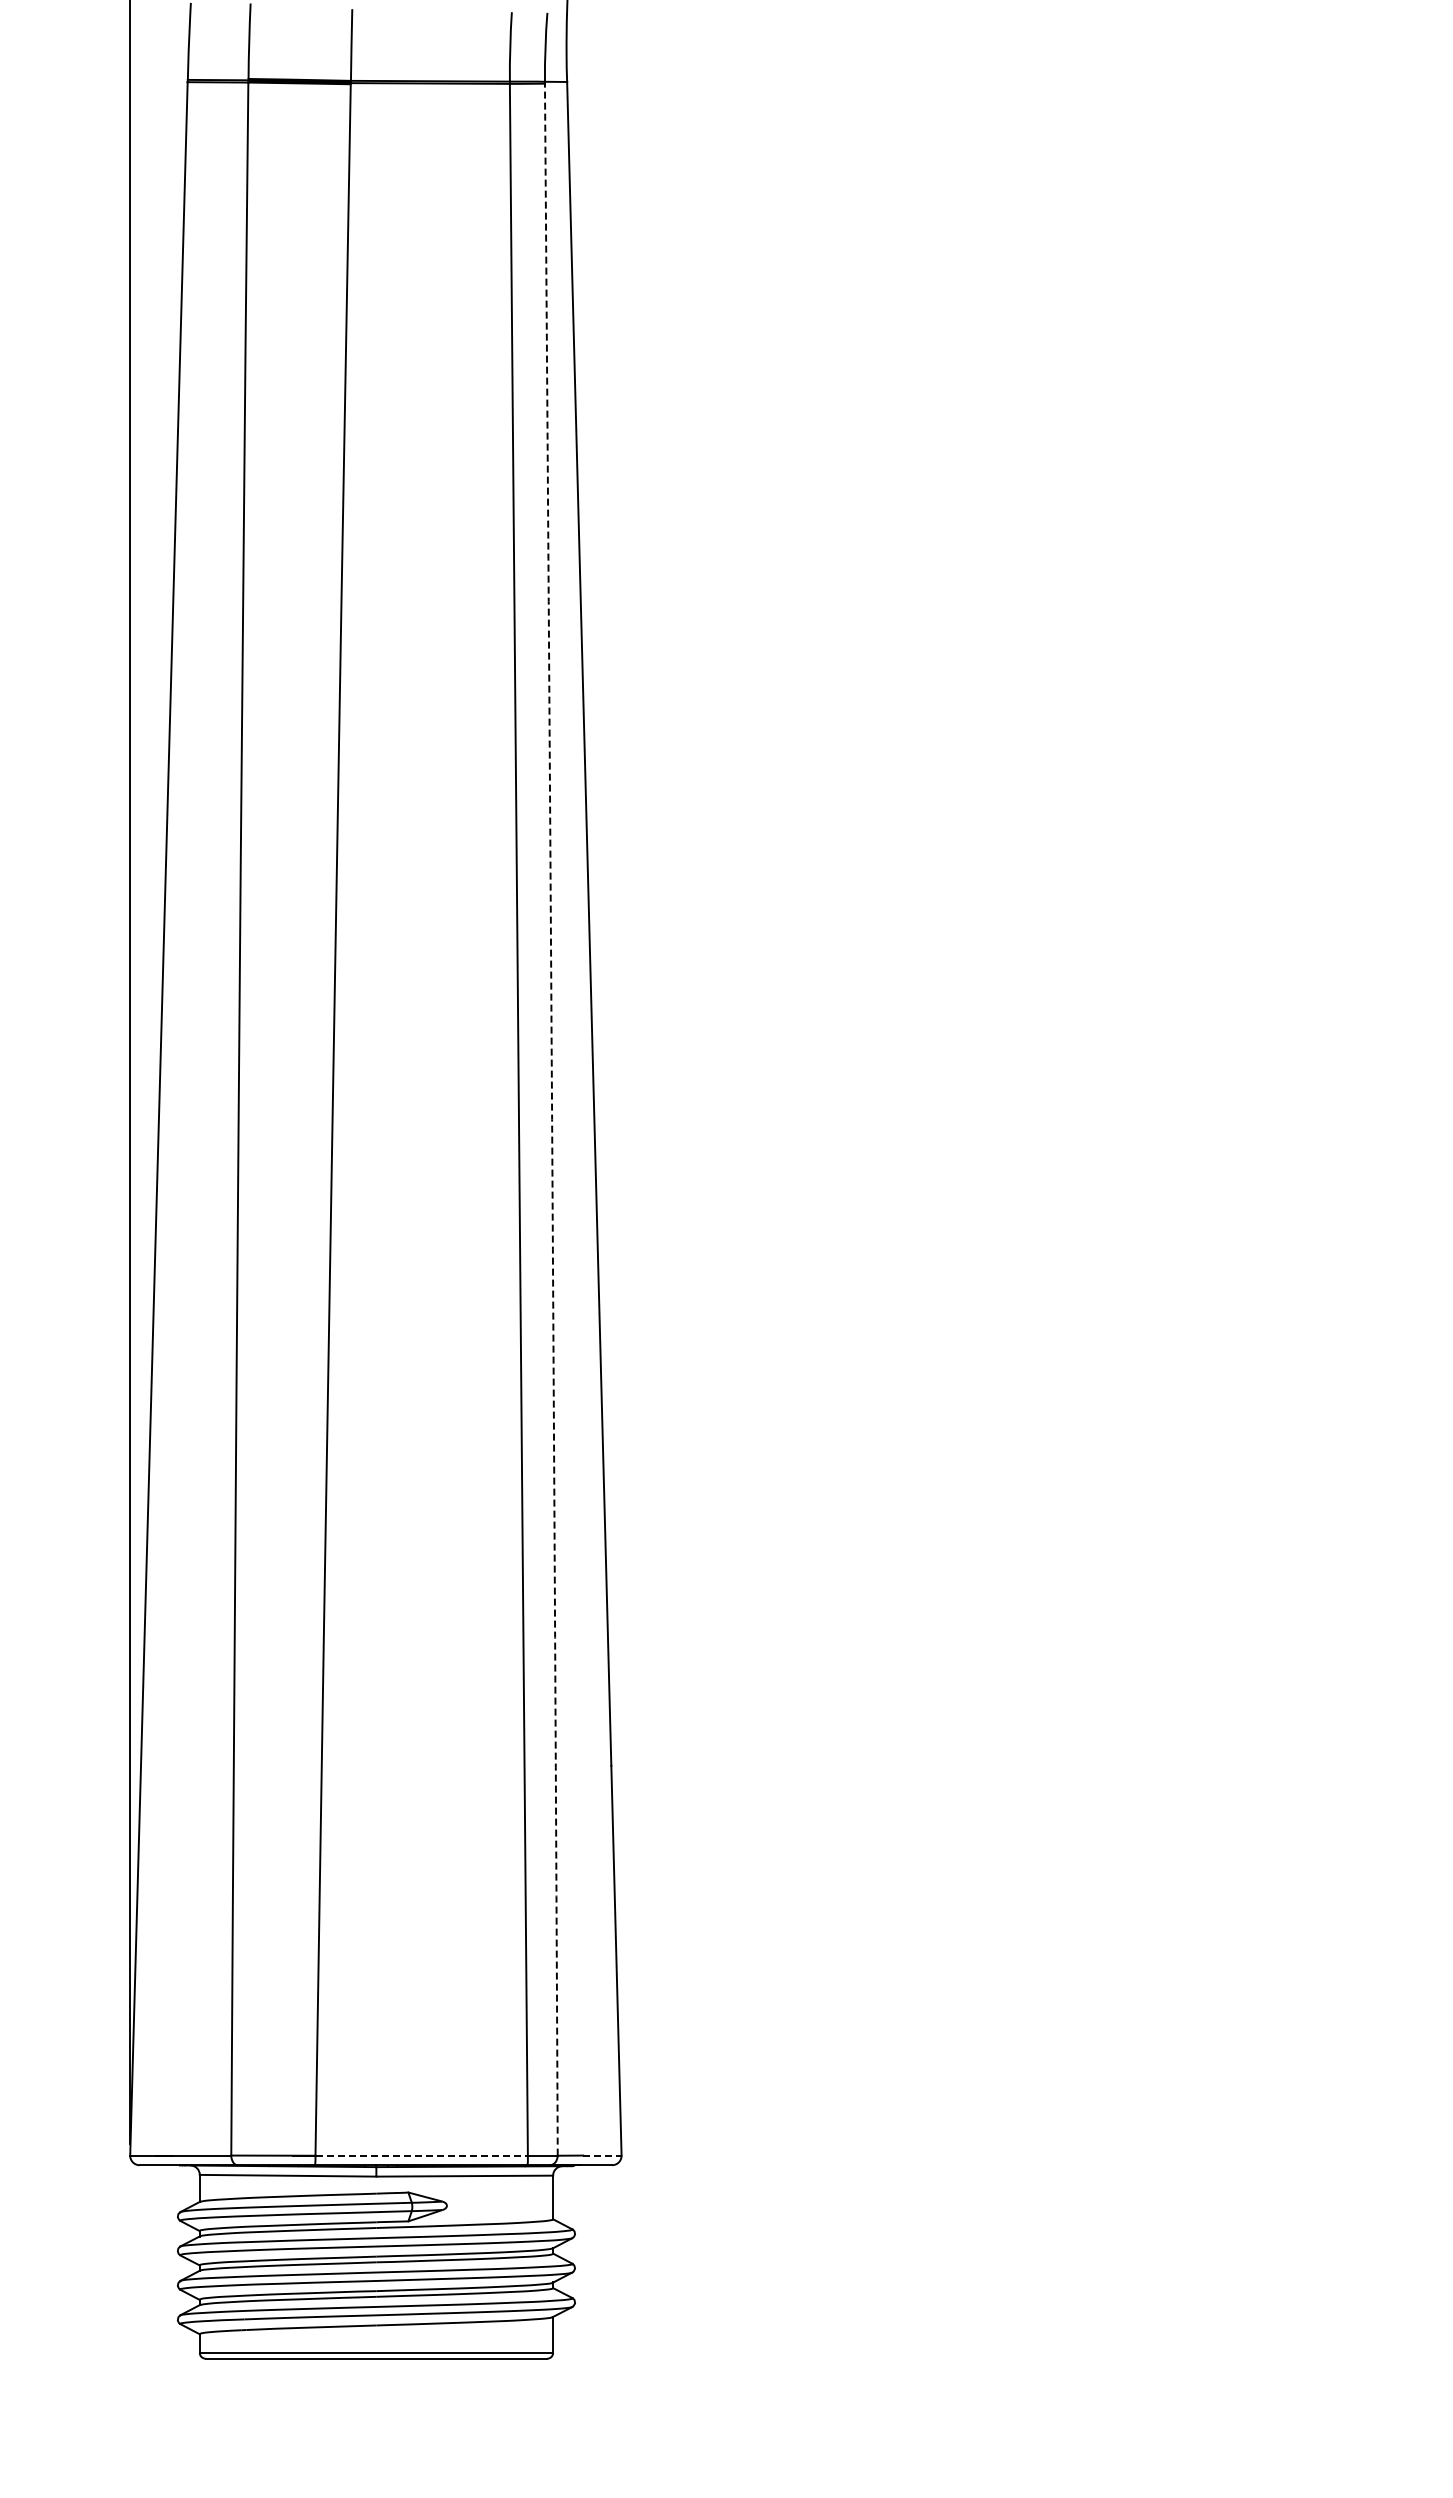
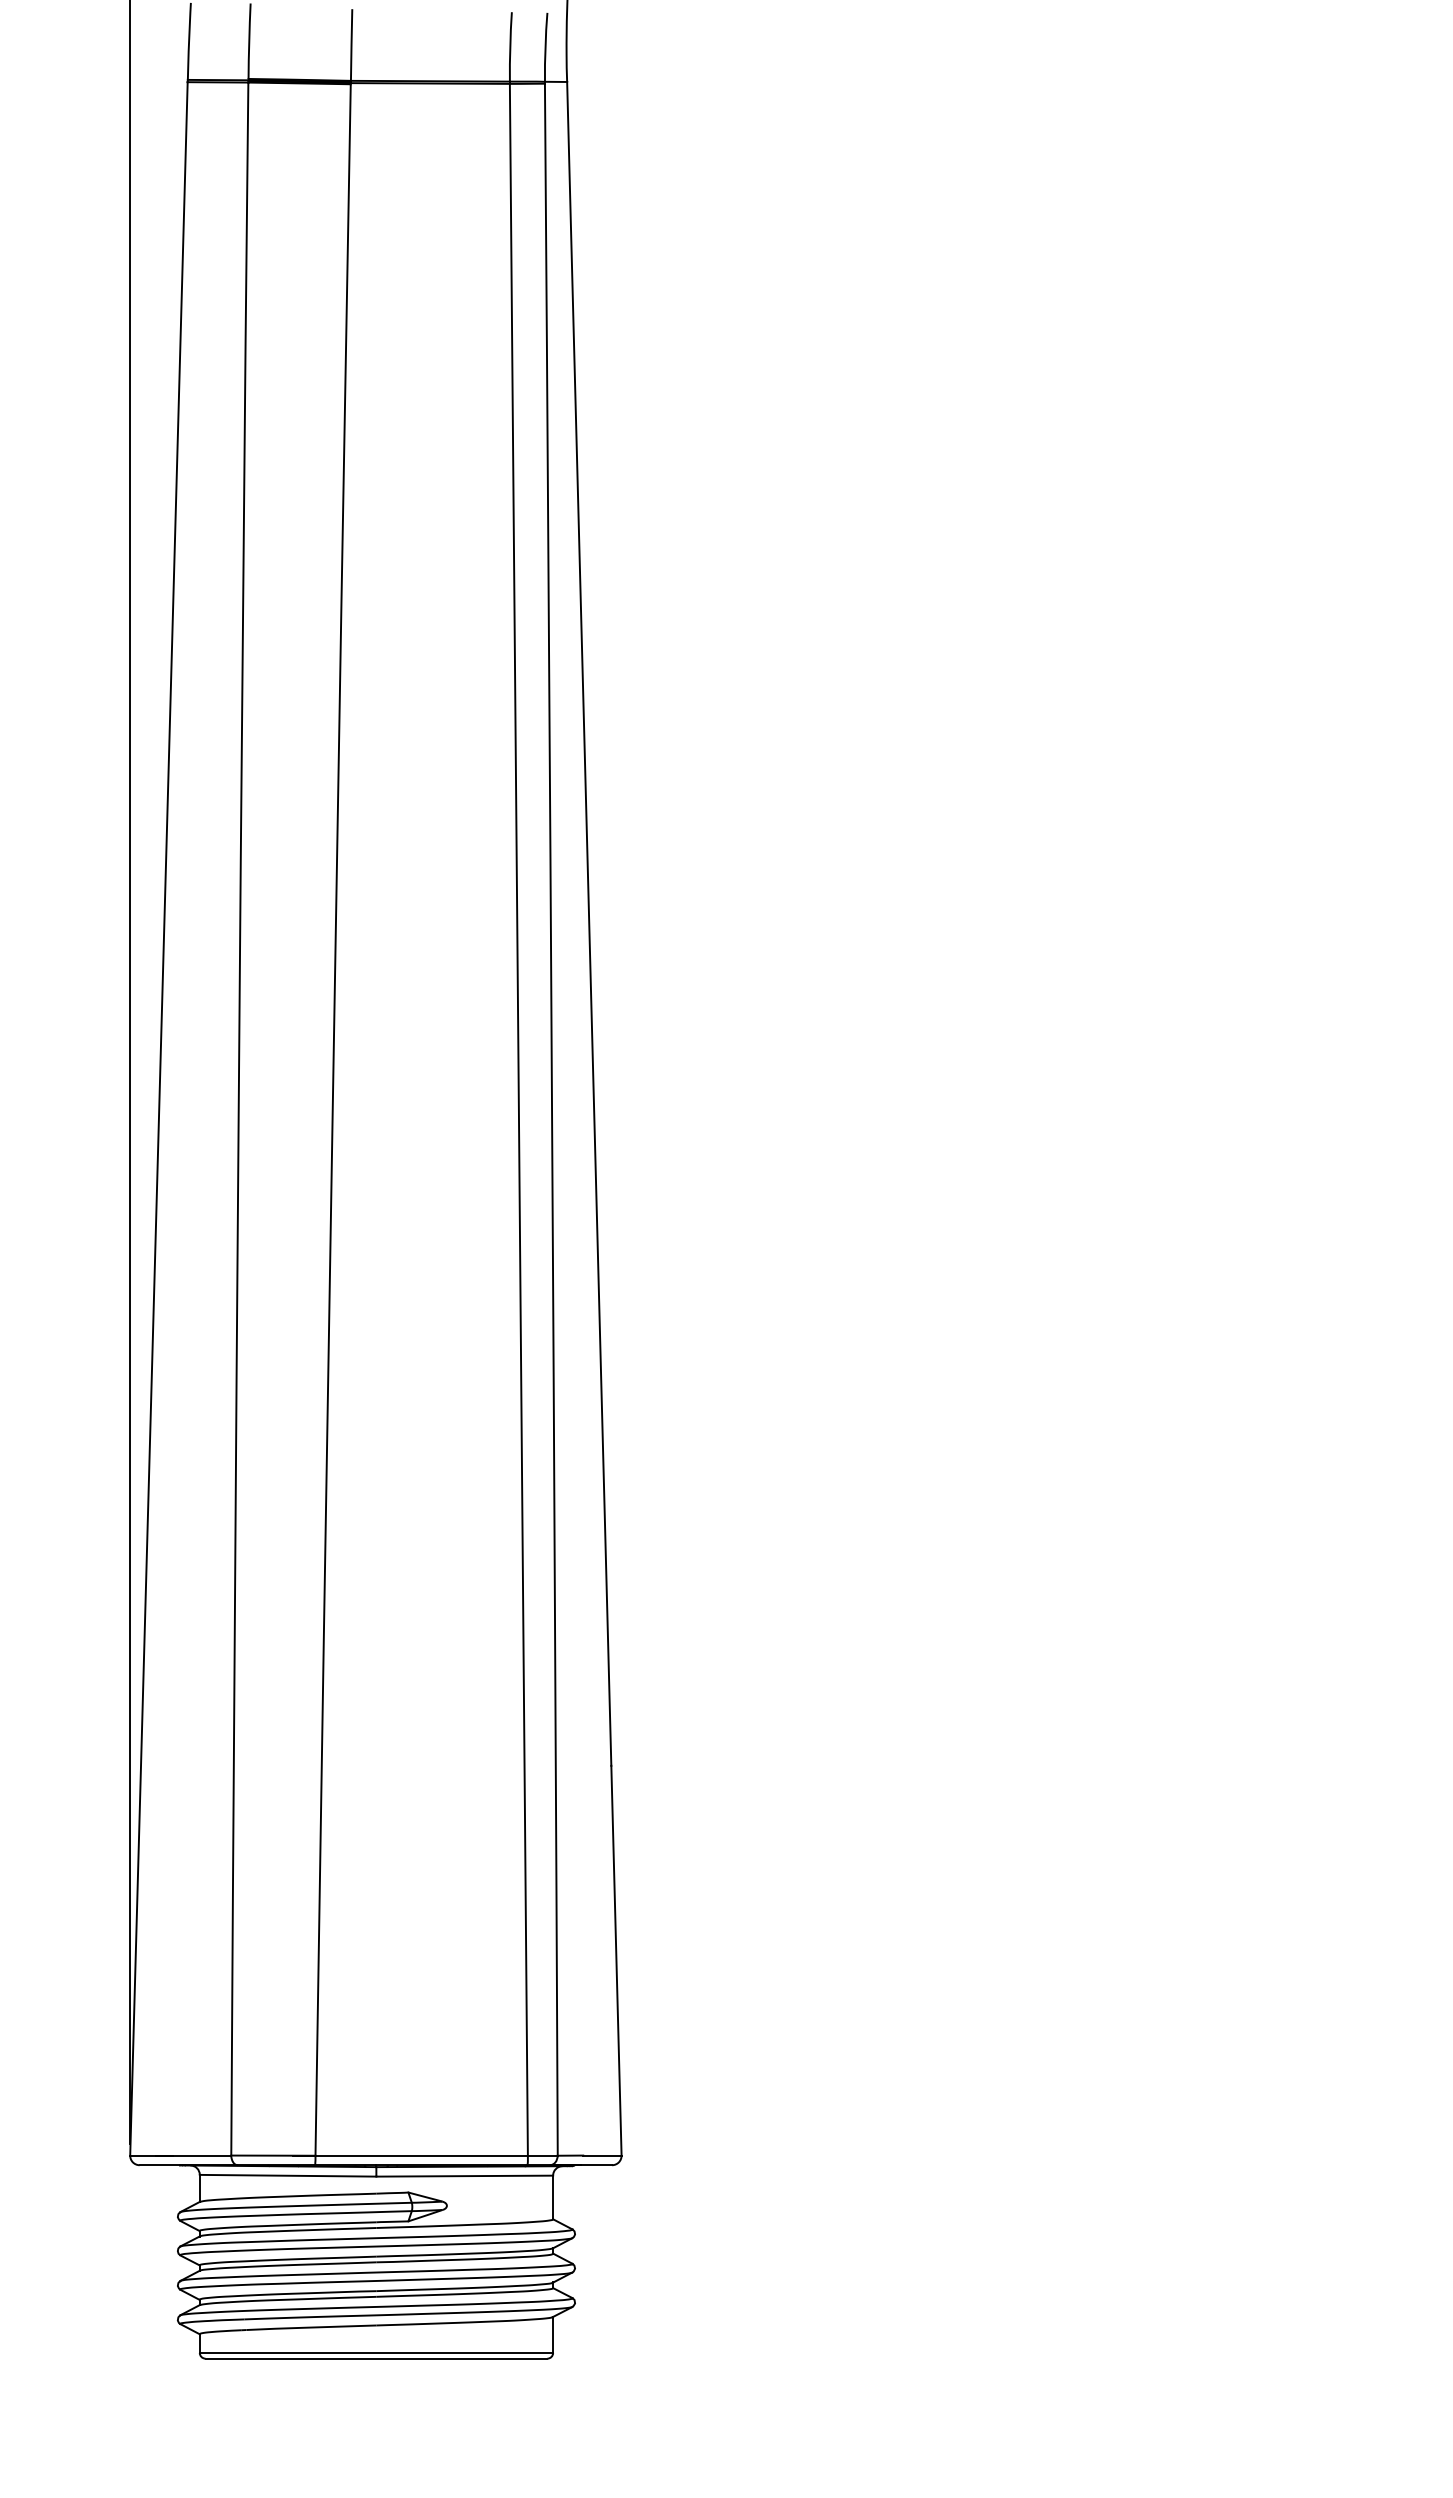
arc at (552, 1119): dashed -> solid
line at (422, 2155): dashed -> solid
line at (602, 2155): dashed -> solid
